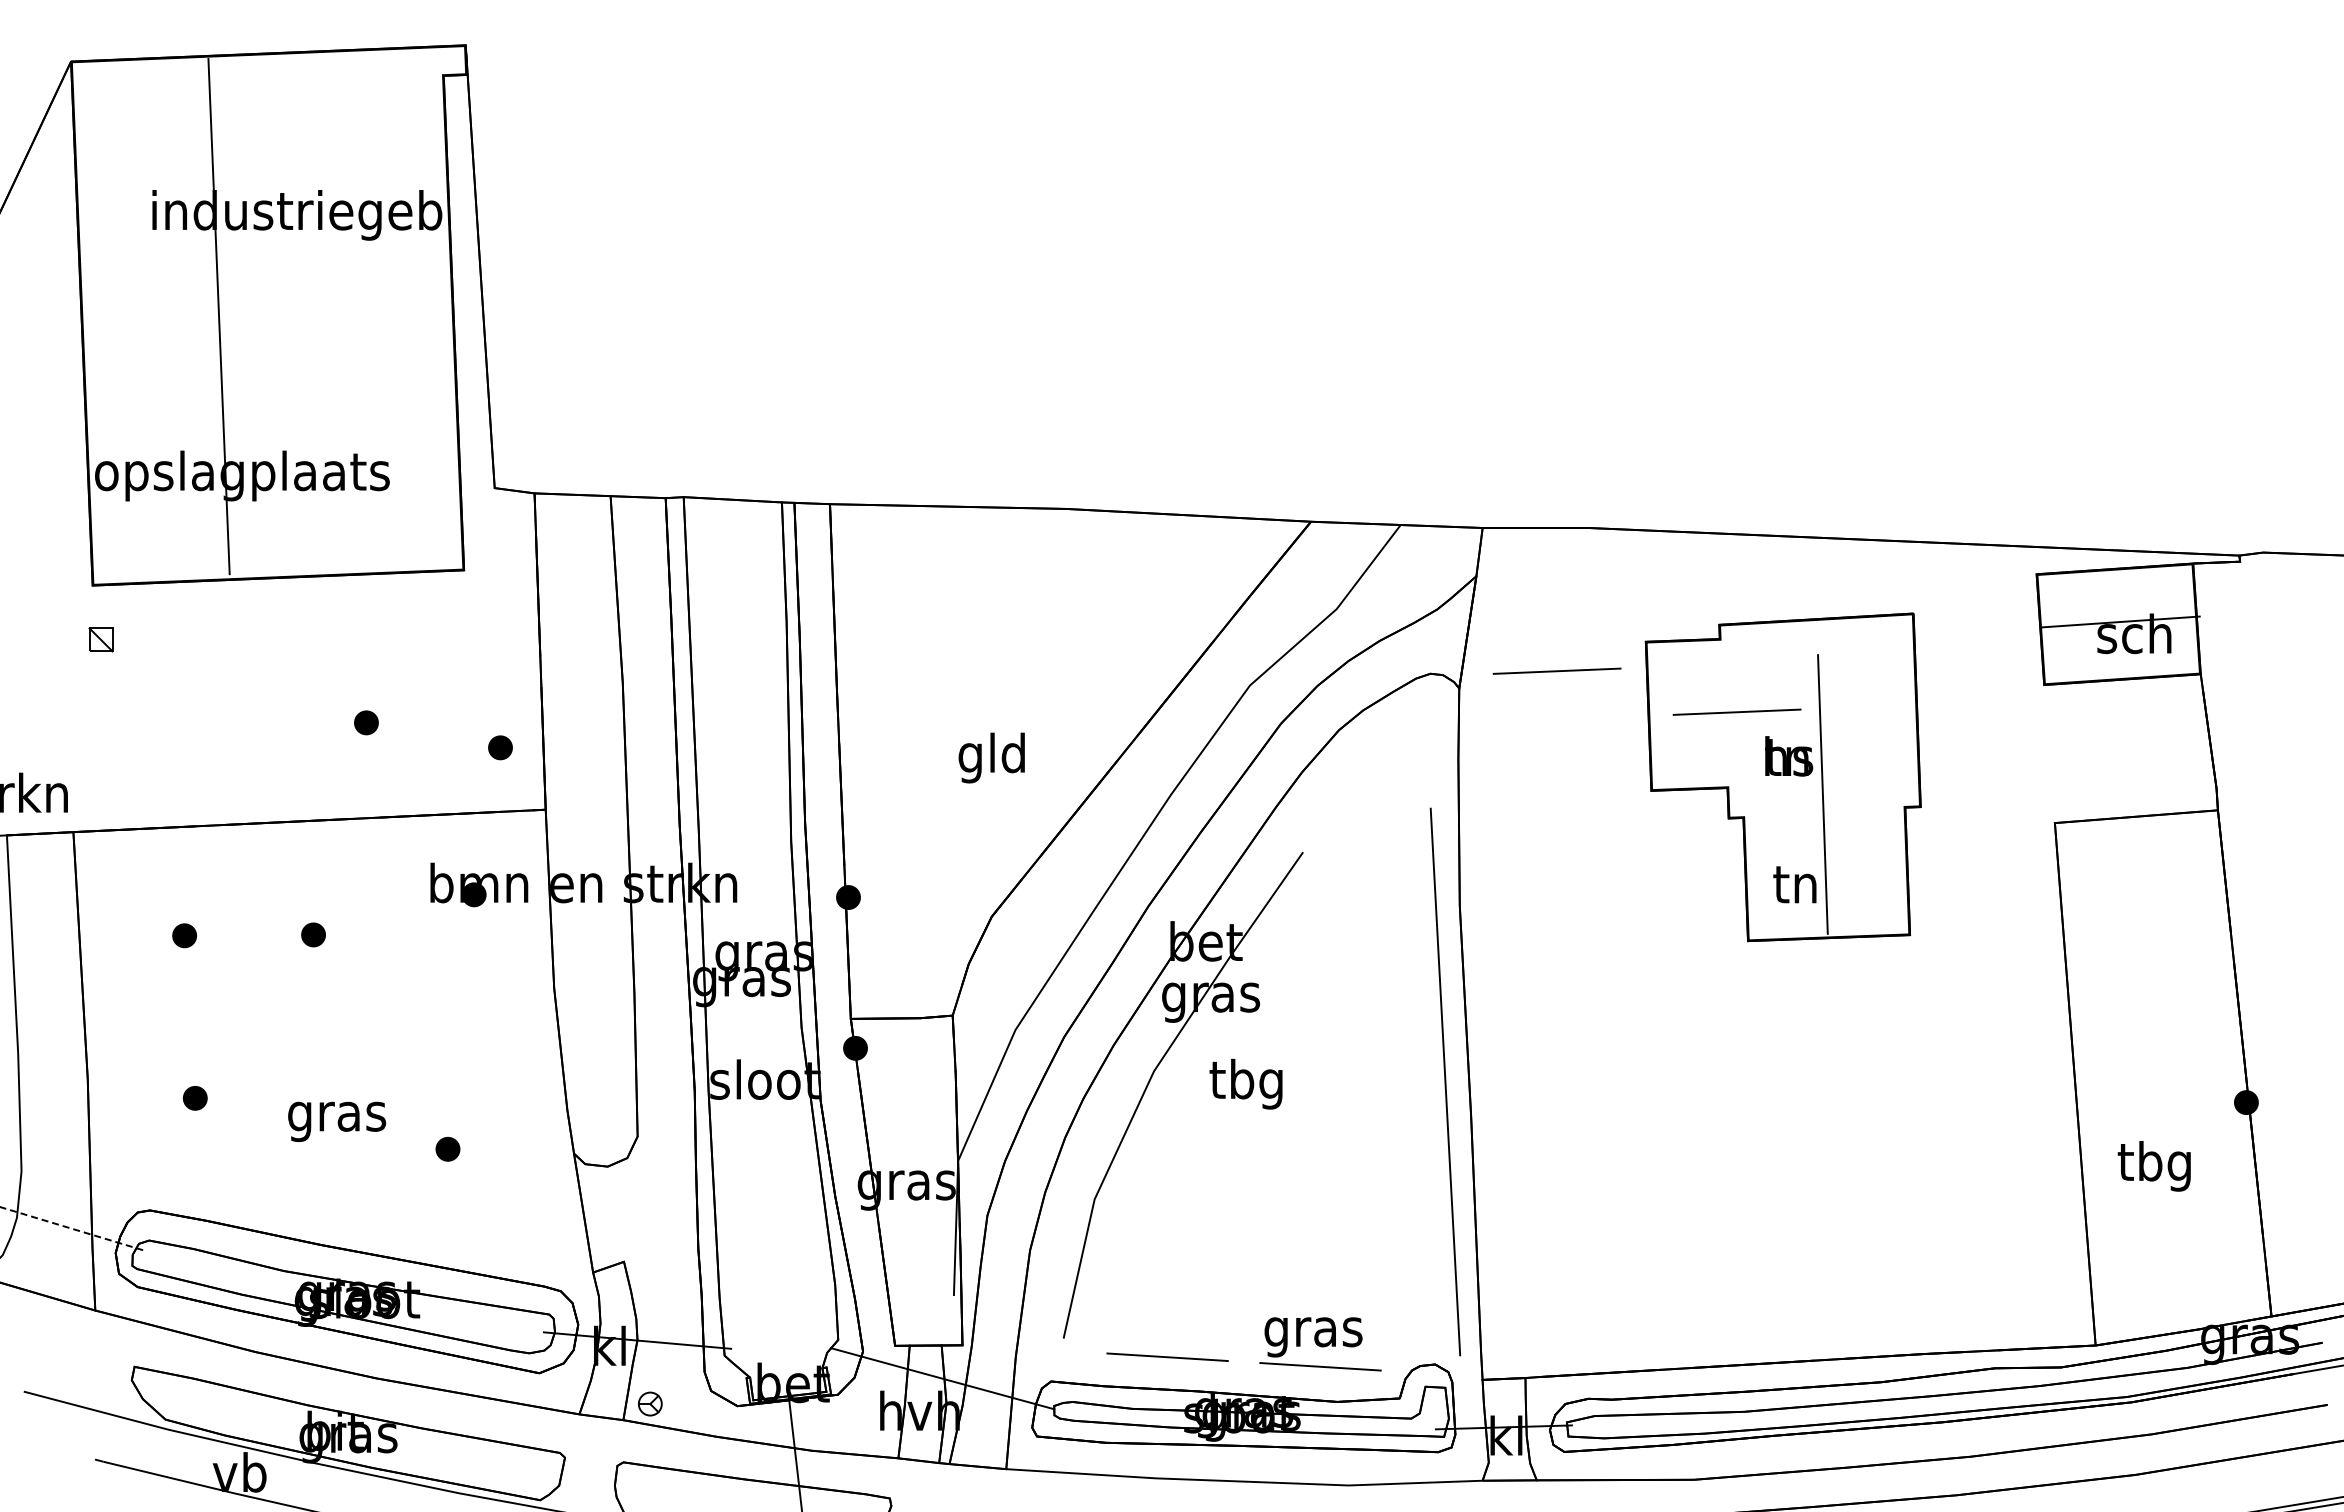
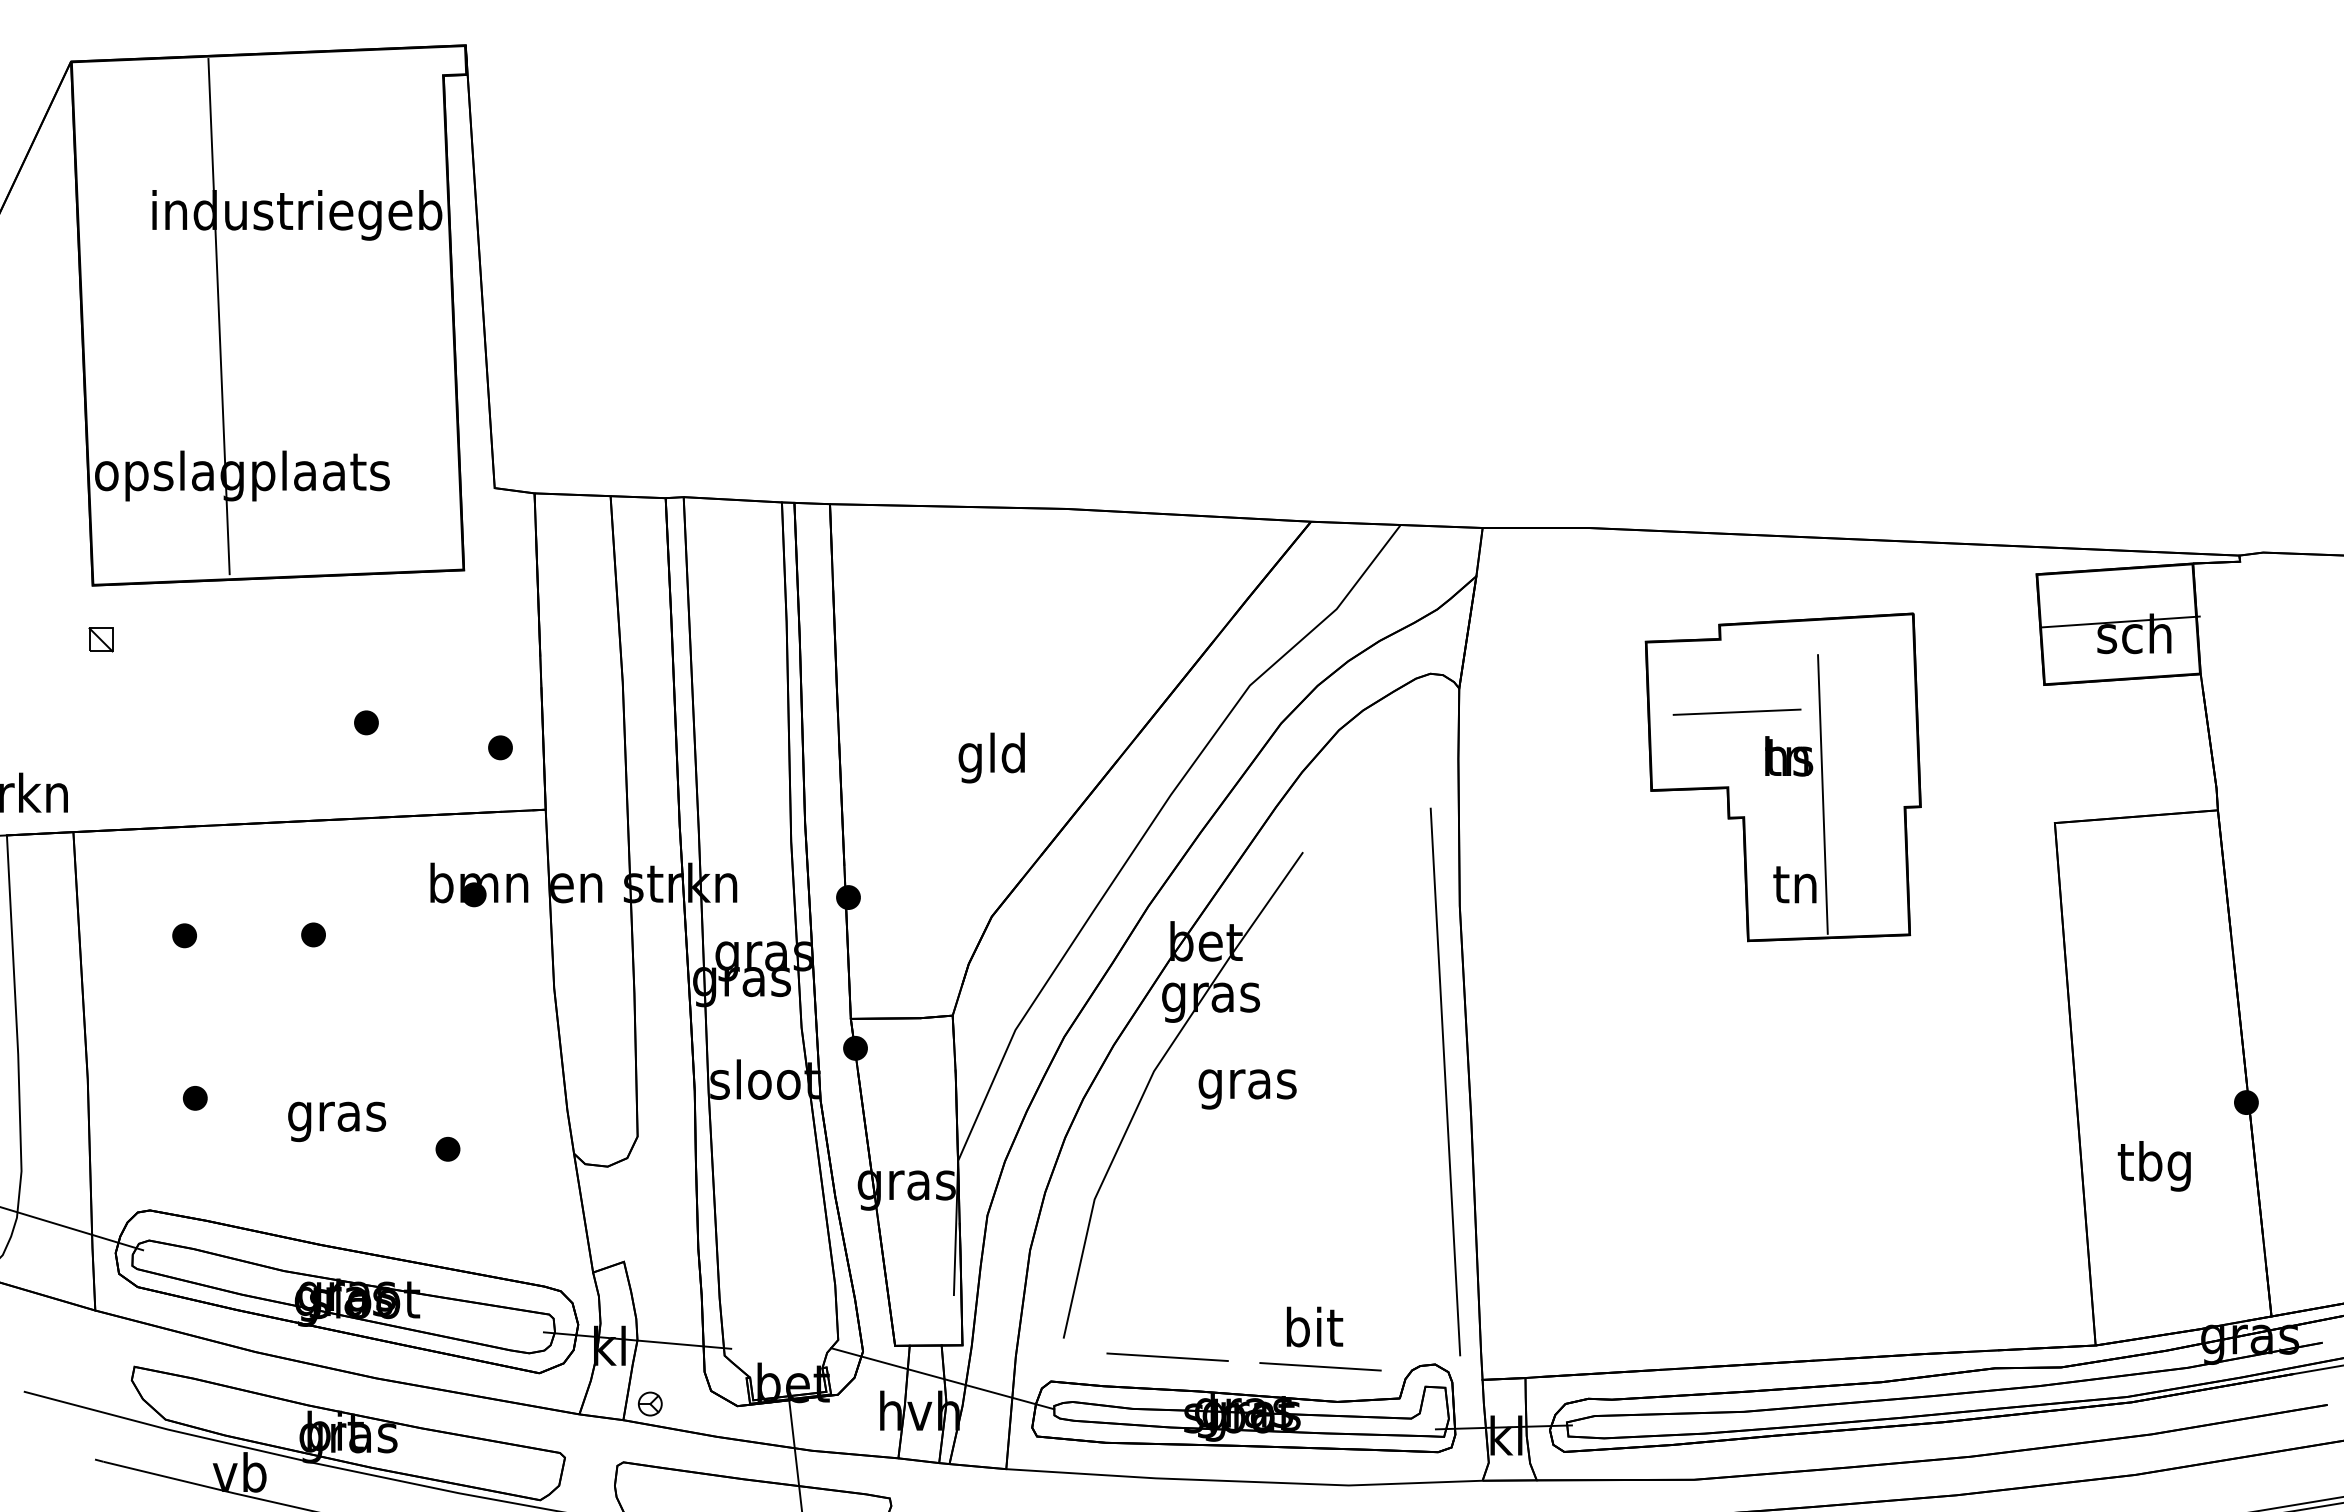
line at (1556, 670): present -> none
text at (1247, 1083): tbg -> gras
line at (71, 1228): dashed -> solid
text at (1313, 1331): gras -> bit
